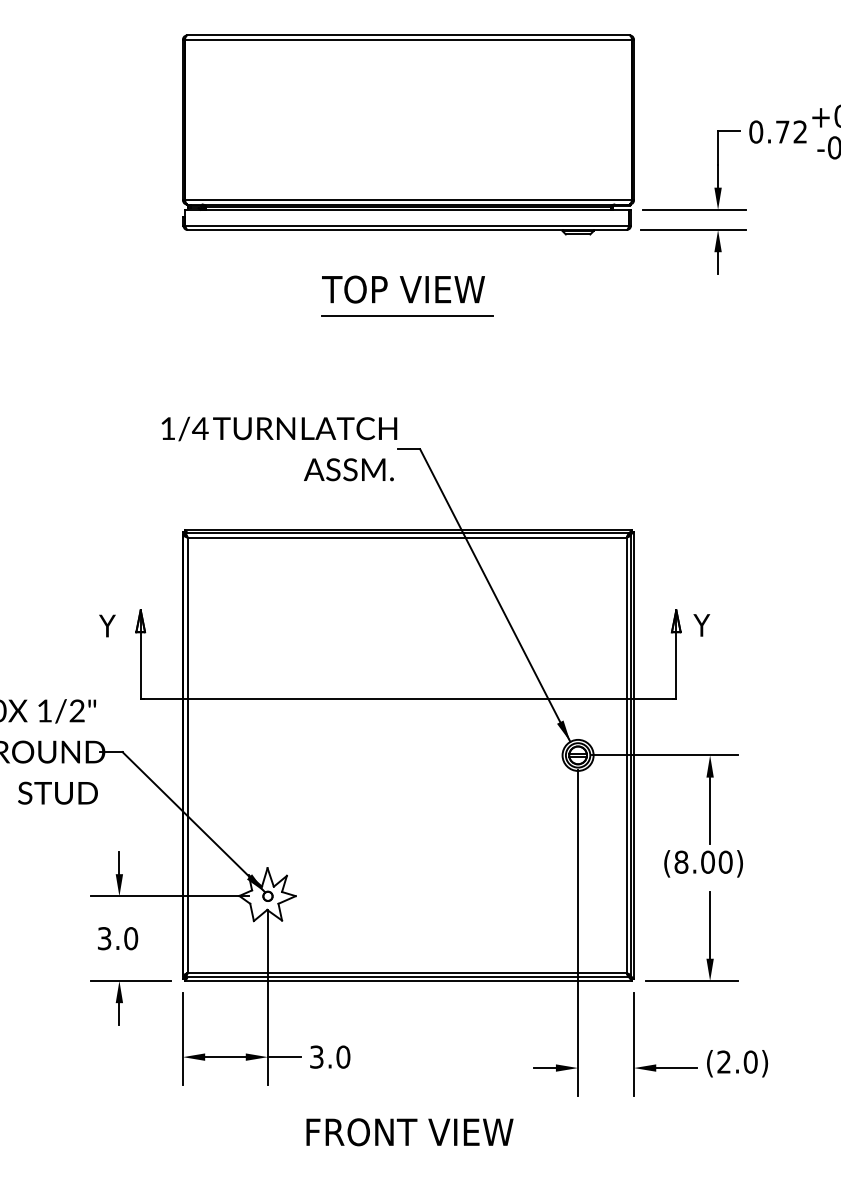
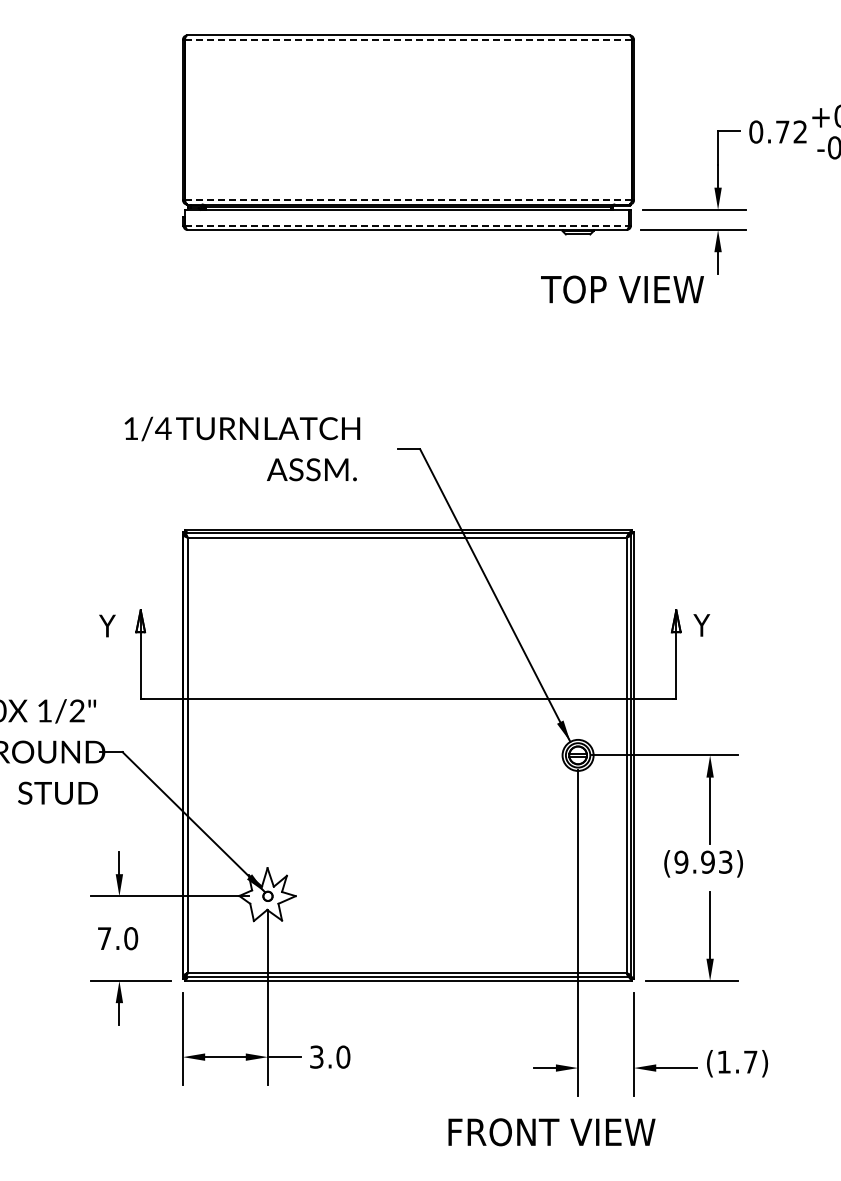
line at (408, 39): solid -> dashed
line at (408, 200): solid -> dashed
line at (407, 225): solid -> dashed
text at (403, 289) position: (403, 289) -> (622, 289)
line at (407, 316): present -> none
text at (279, 448) position: (279, 448) -> (242, 448)
text at (703, 861): (8.00) -> (9.93)
text at (104, 938): 3.0 -> 7.0
text at (737, 1061): (2.0) -> (1.7)
text at (409, 1132) position: (409, 1132) -> (551, 1132)
